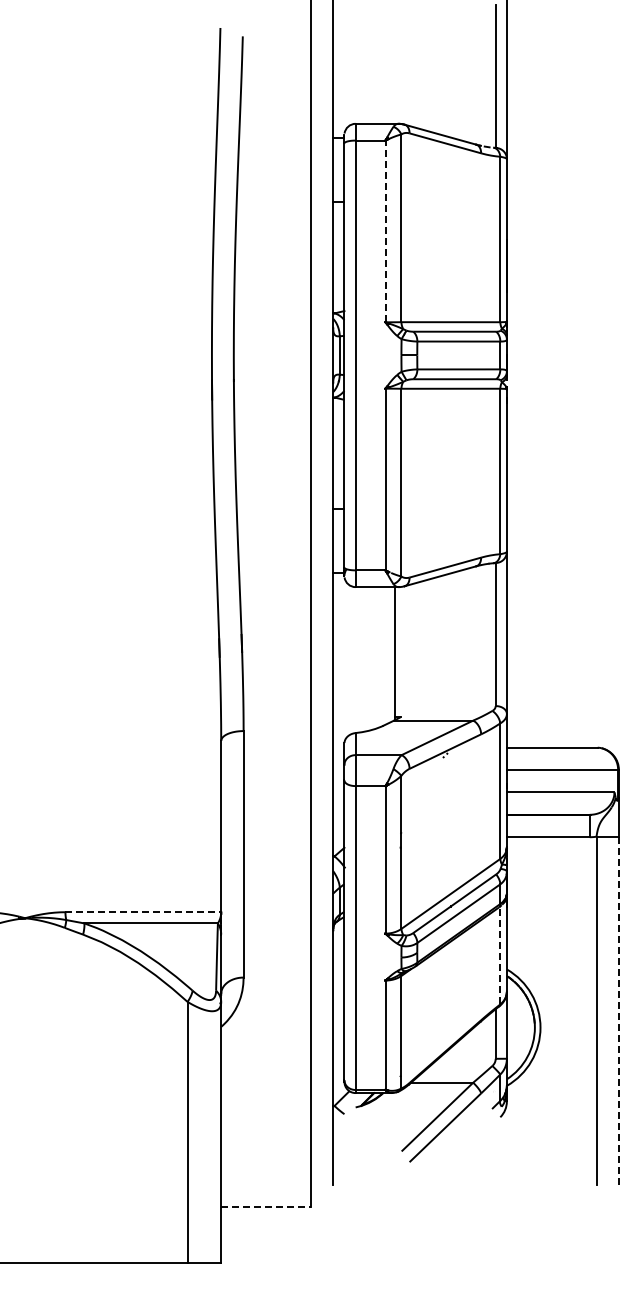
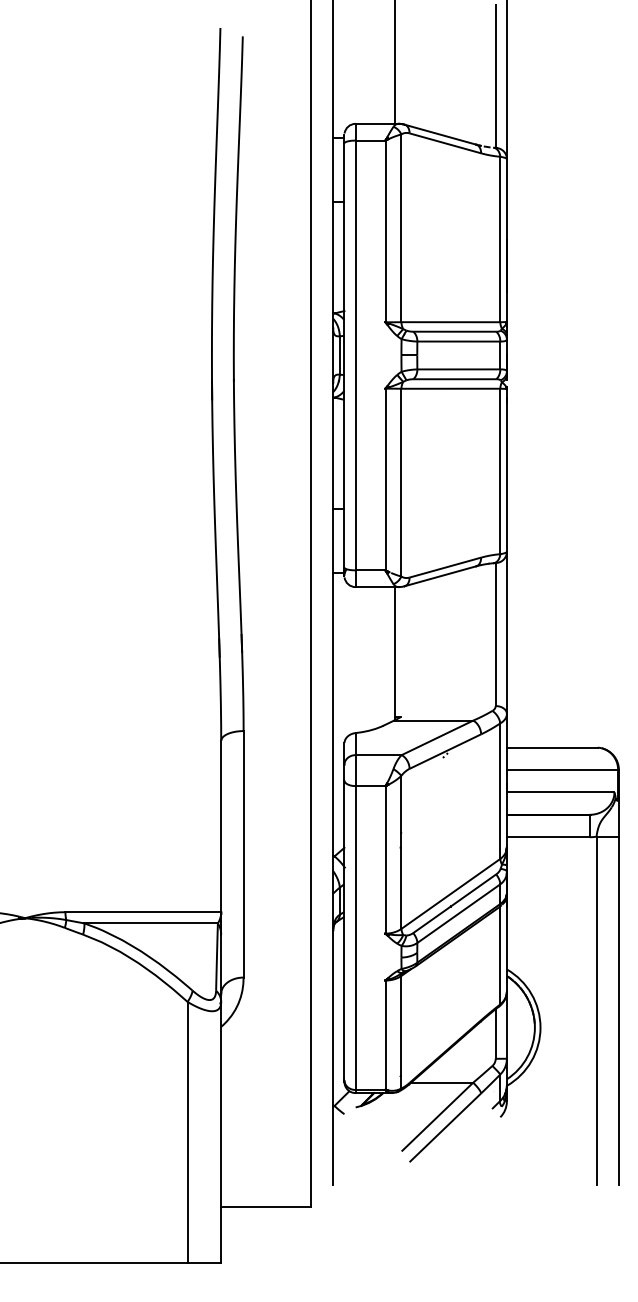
line at (394, 62): none -> present
line at (385, 231): dashed -> solid
line at (143, 912): dashed -> solid
line at (500, 955): dashed -> solid
line at (618, 1010): dashed -> solid
line at (266, 1206): dashed -> solid
